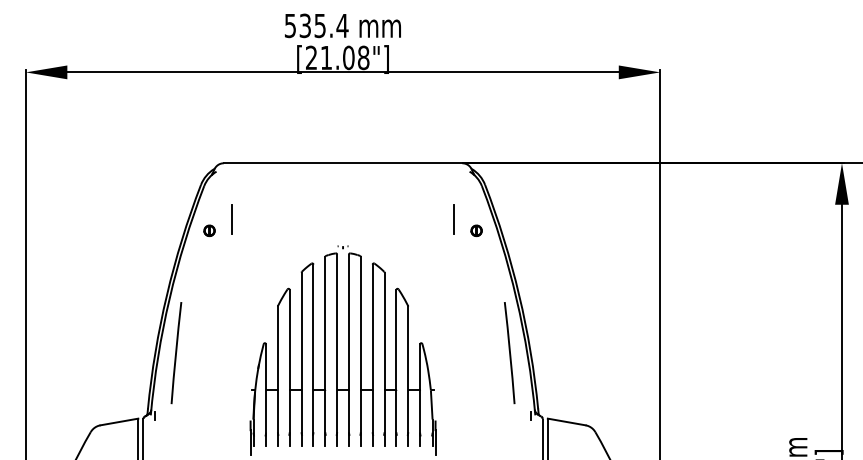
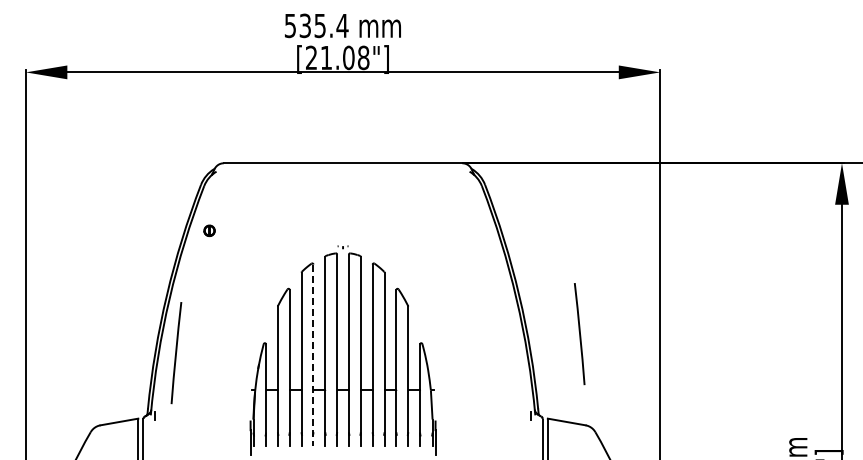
line at (231, 219): present -> none
line at (454, 219): present -> none
part at (476, 230): present -> none
line at (509, 353) position: (509, 353) -> (579, 334)
line at (313, 355): solid -> dashed
